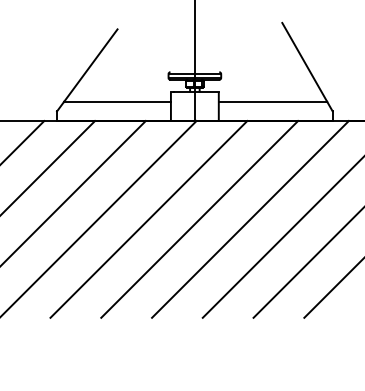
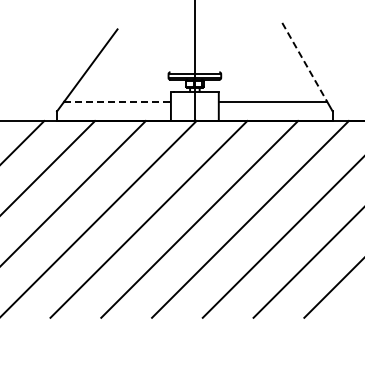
line at (305, 62): solid -> dashed
line at (118, 101): solid -> dashed
